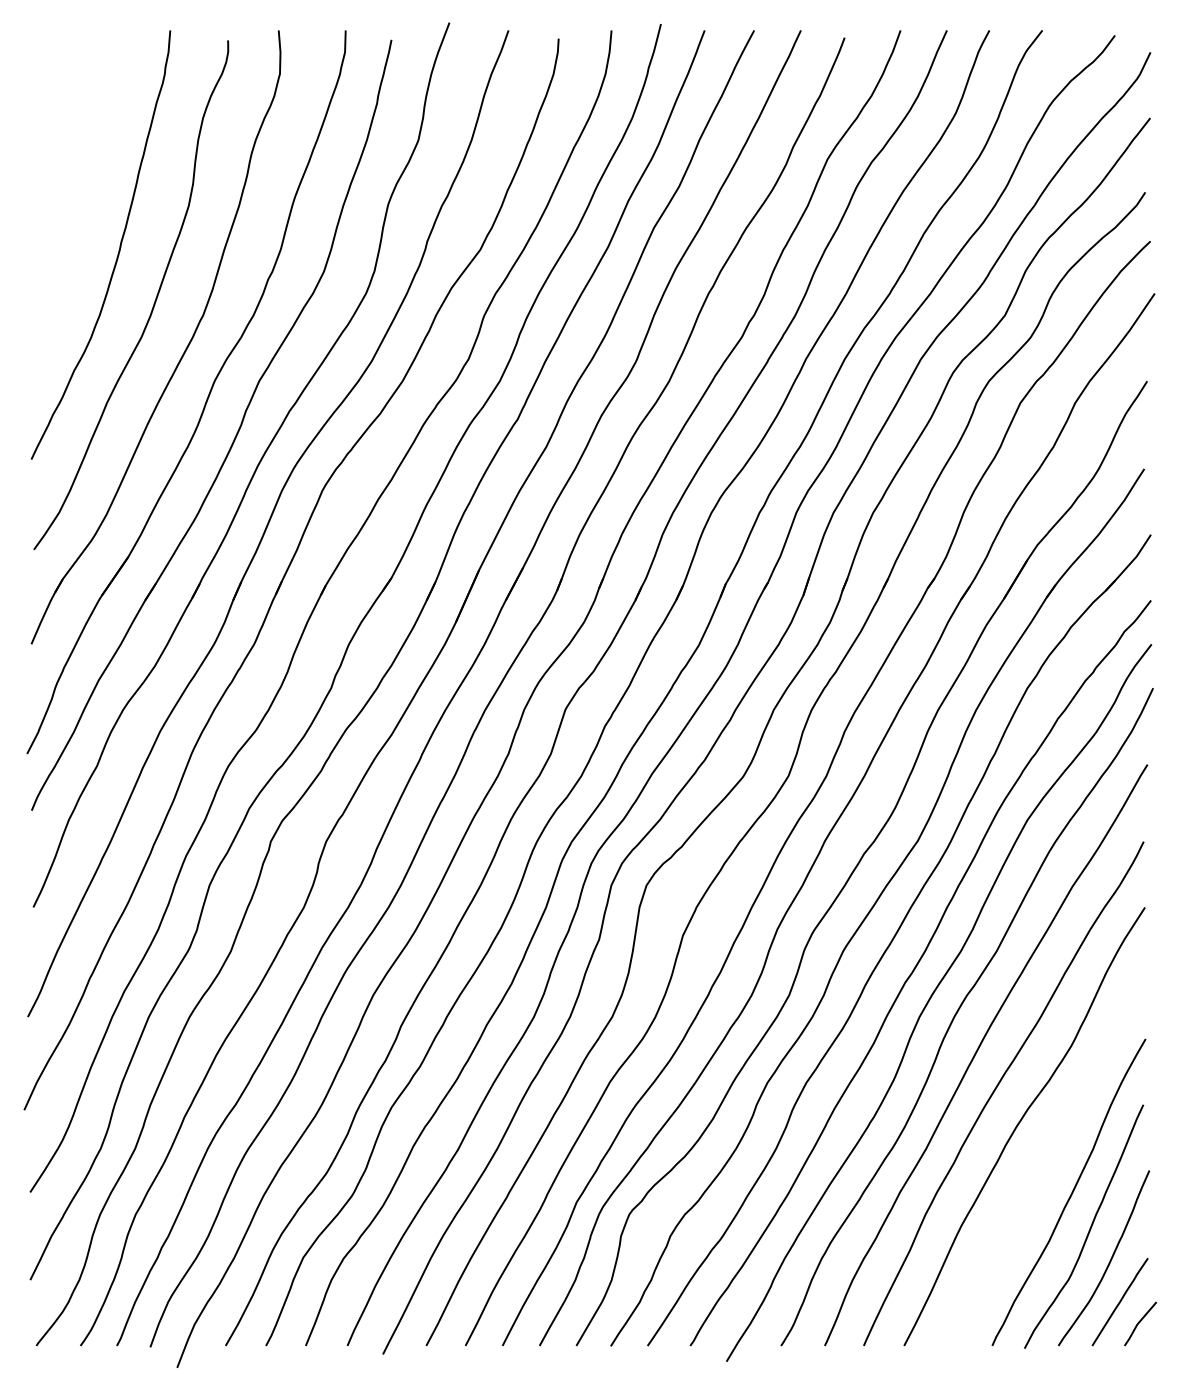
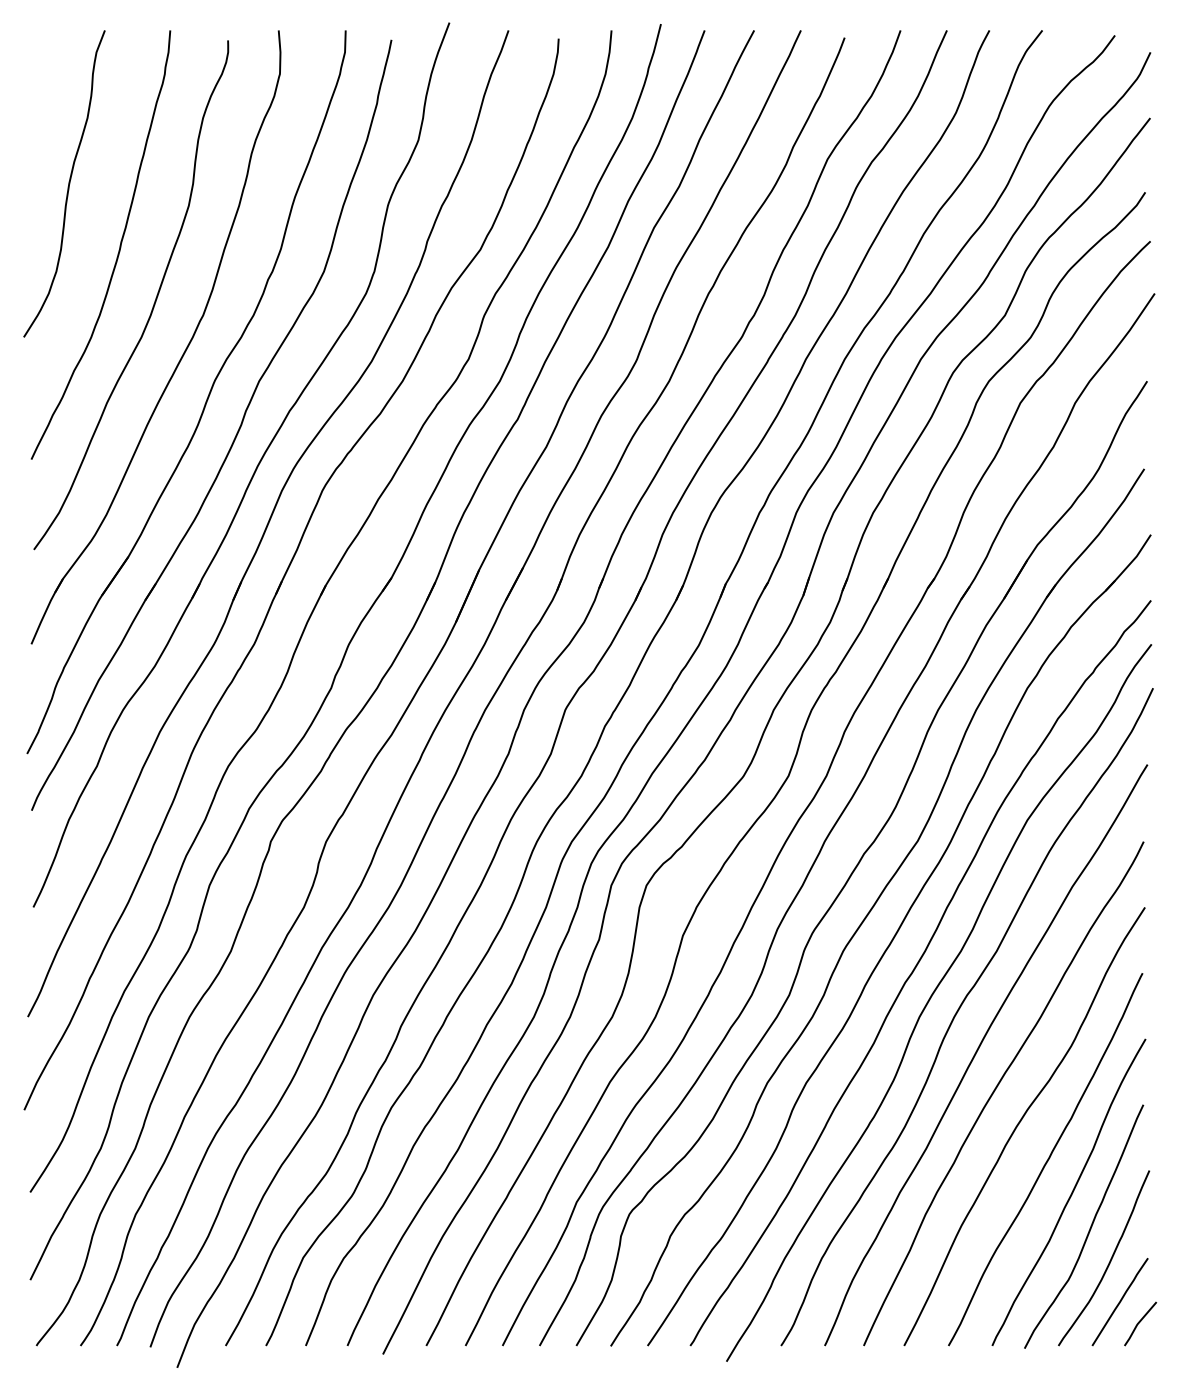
curve at (68, 183): none -> present
curve at (1046, 1160): none -> present
